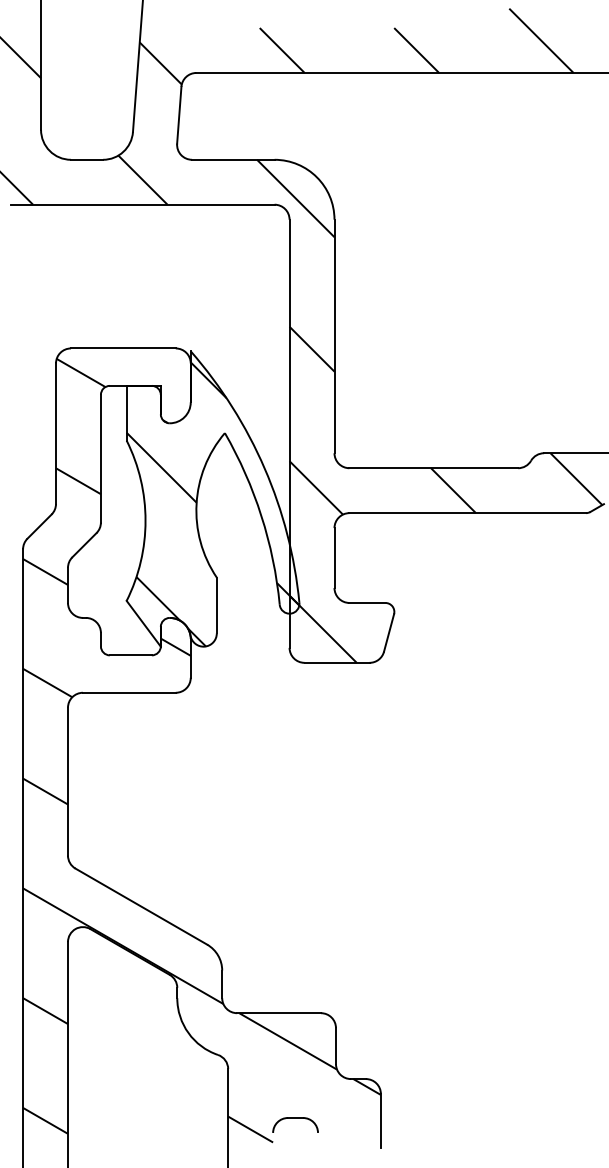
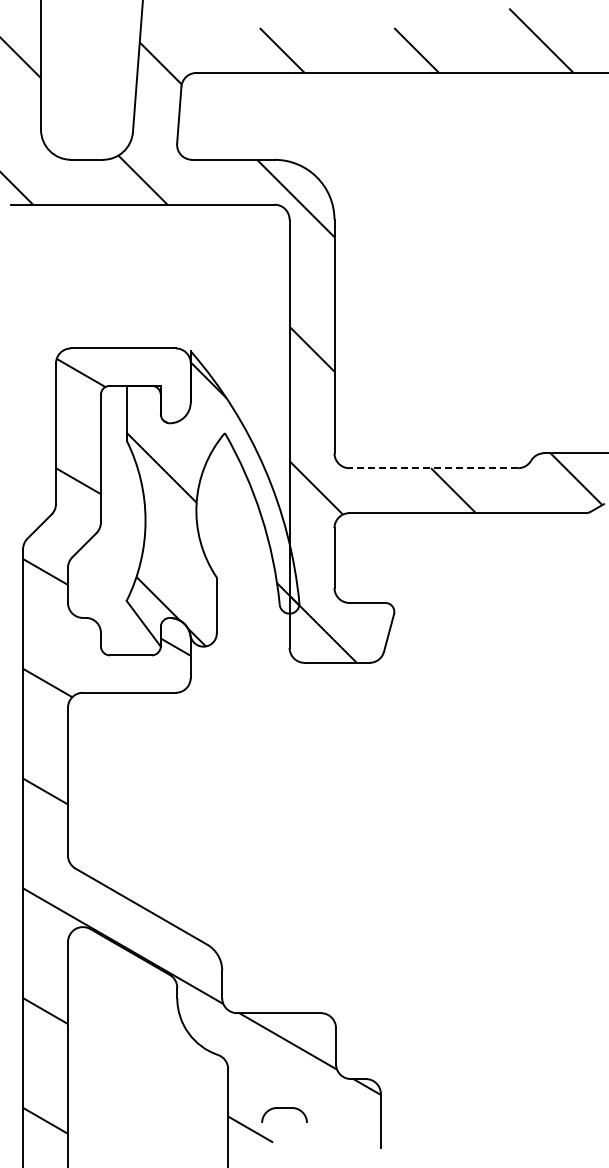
line at (433, 468): solid -> dashed
part at (295, 1124) position: (295, 1124) -> (284, 1114)
